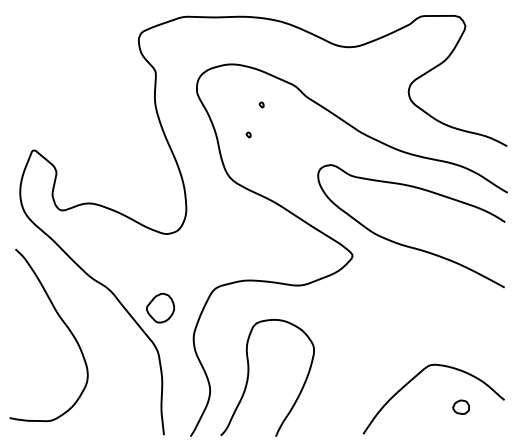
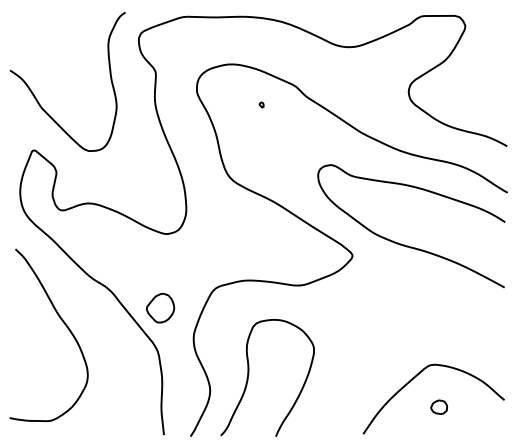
curve at (36, 97): none -> present
part at (248, 134): present -> none
part at (461, 406) position: (461, 406) -> (439, 406)
